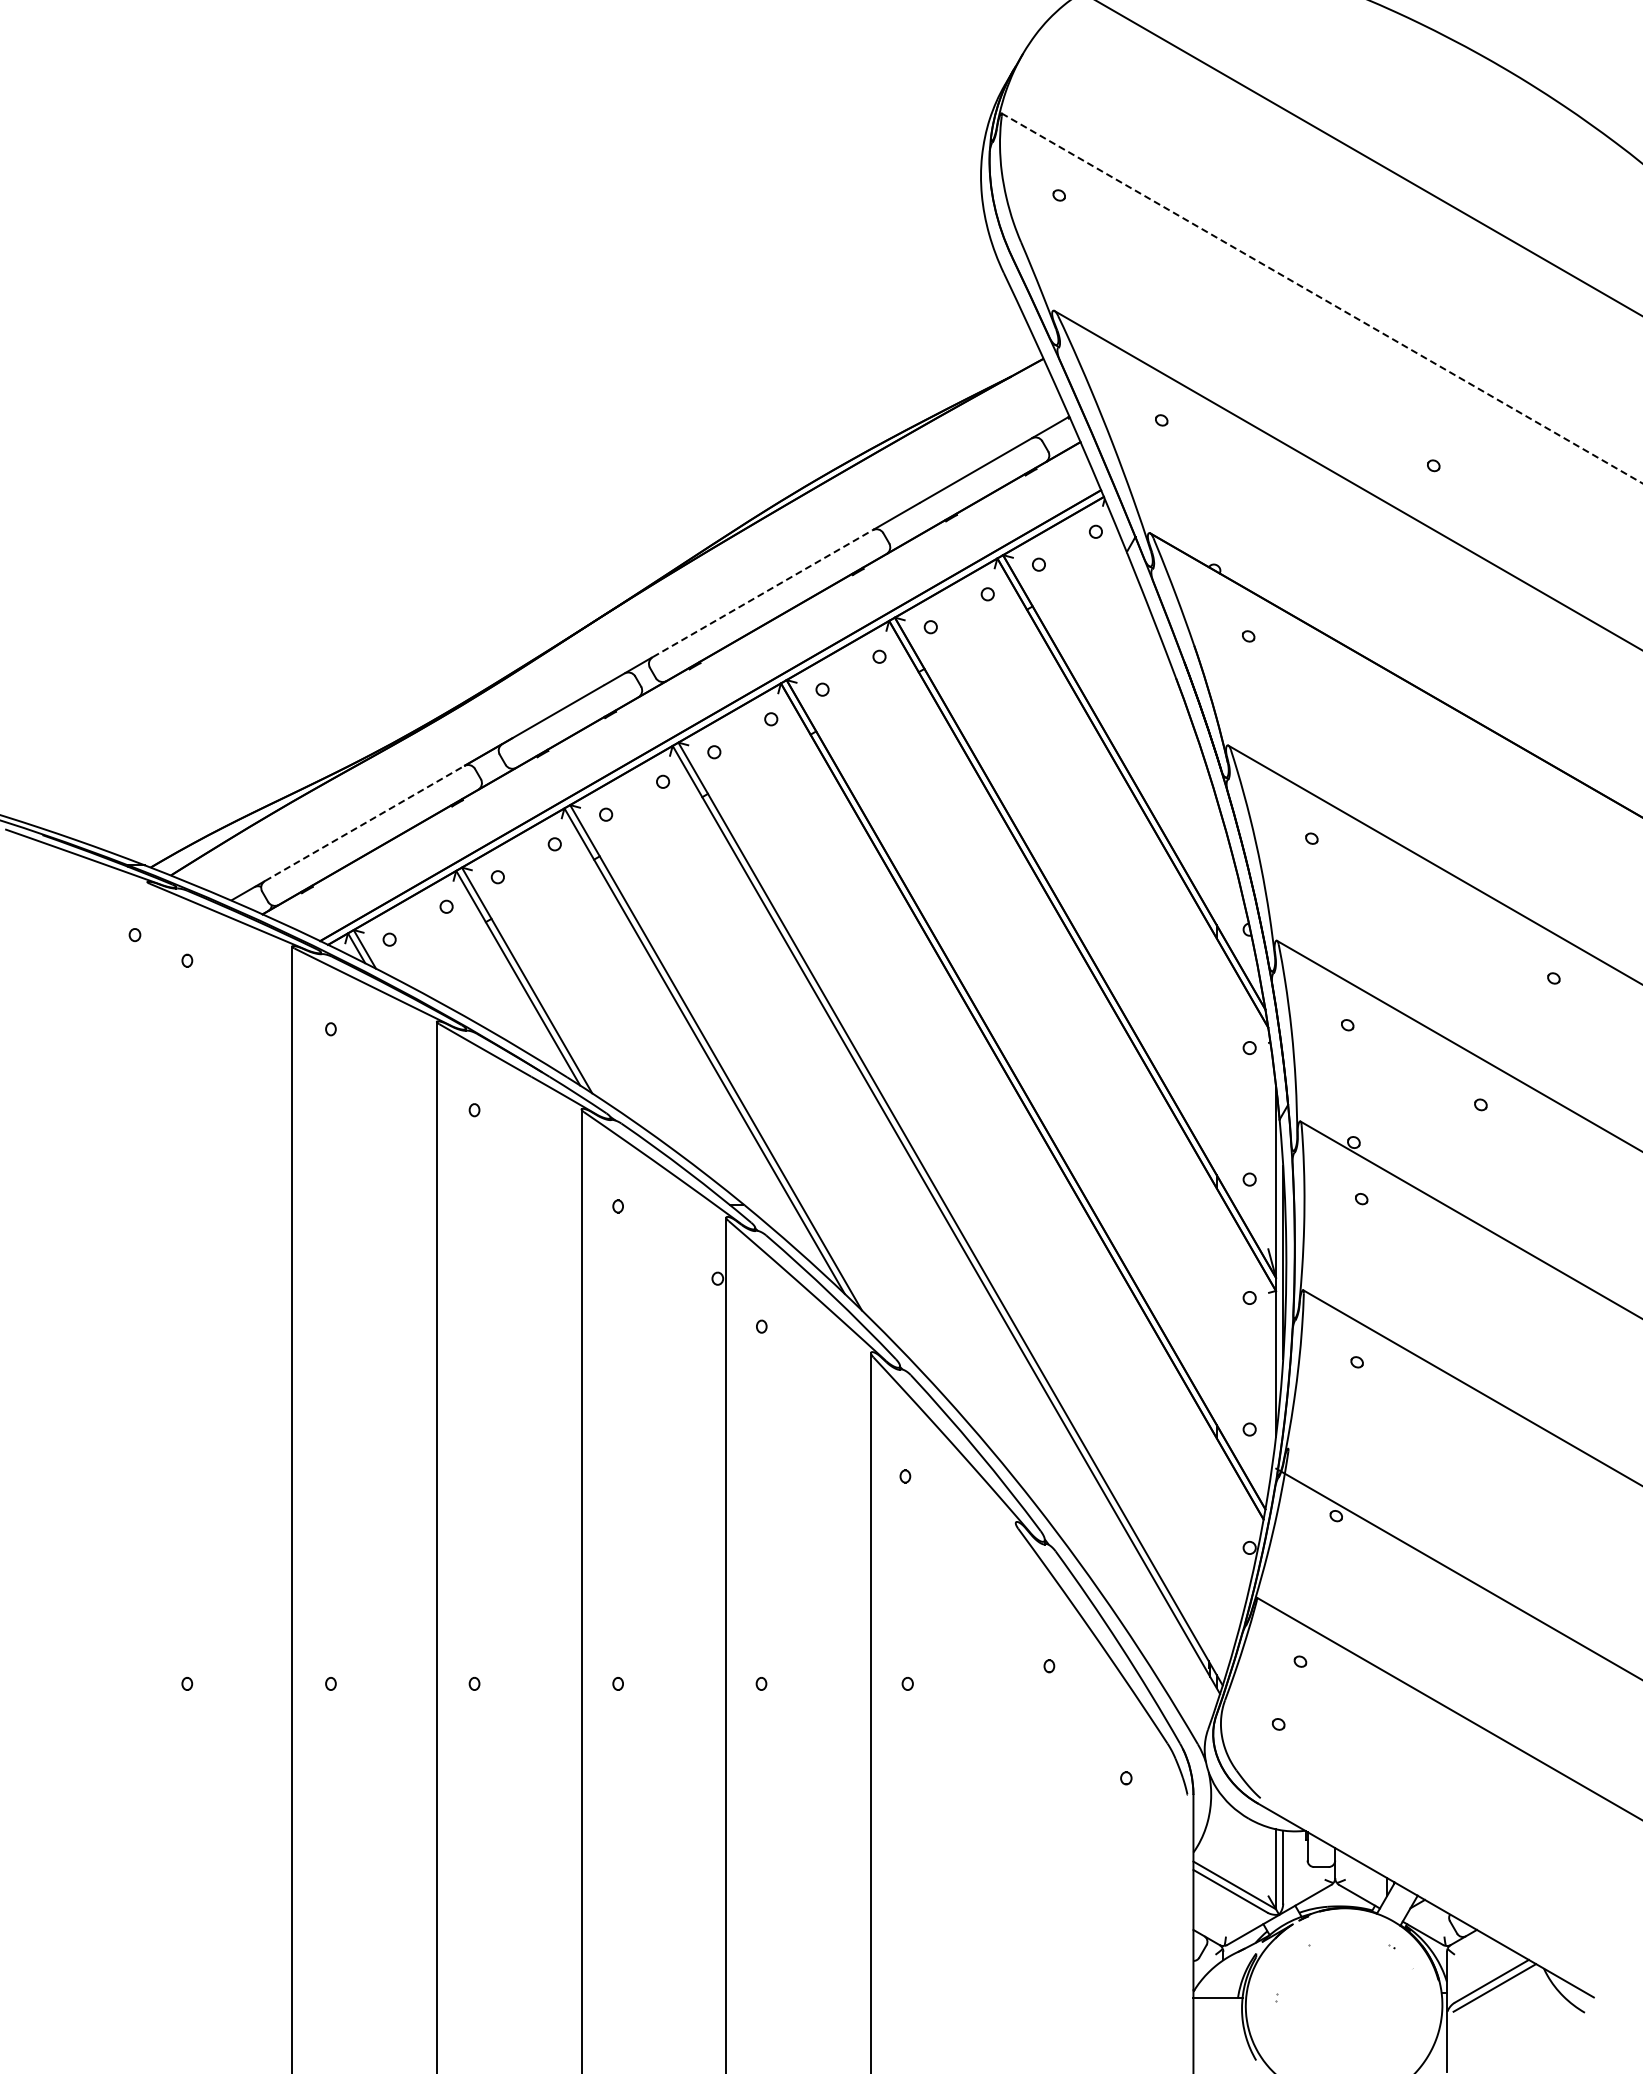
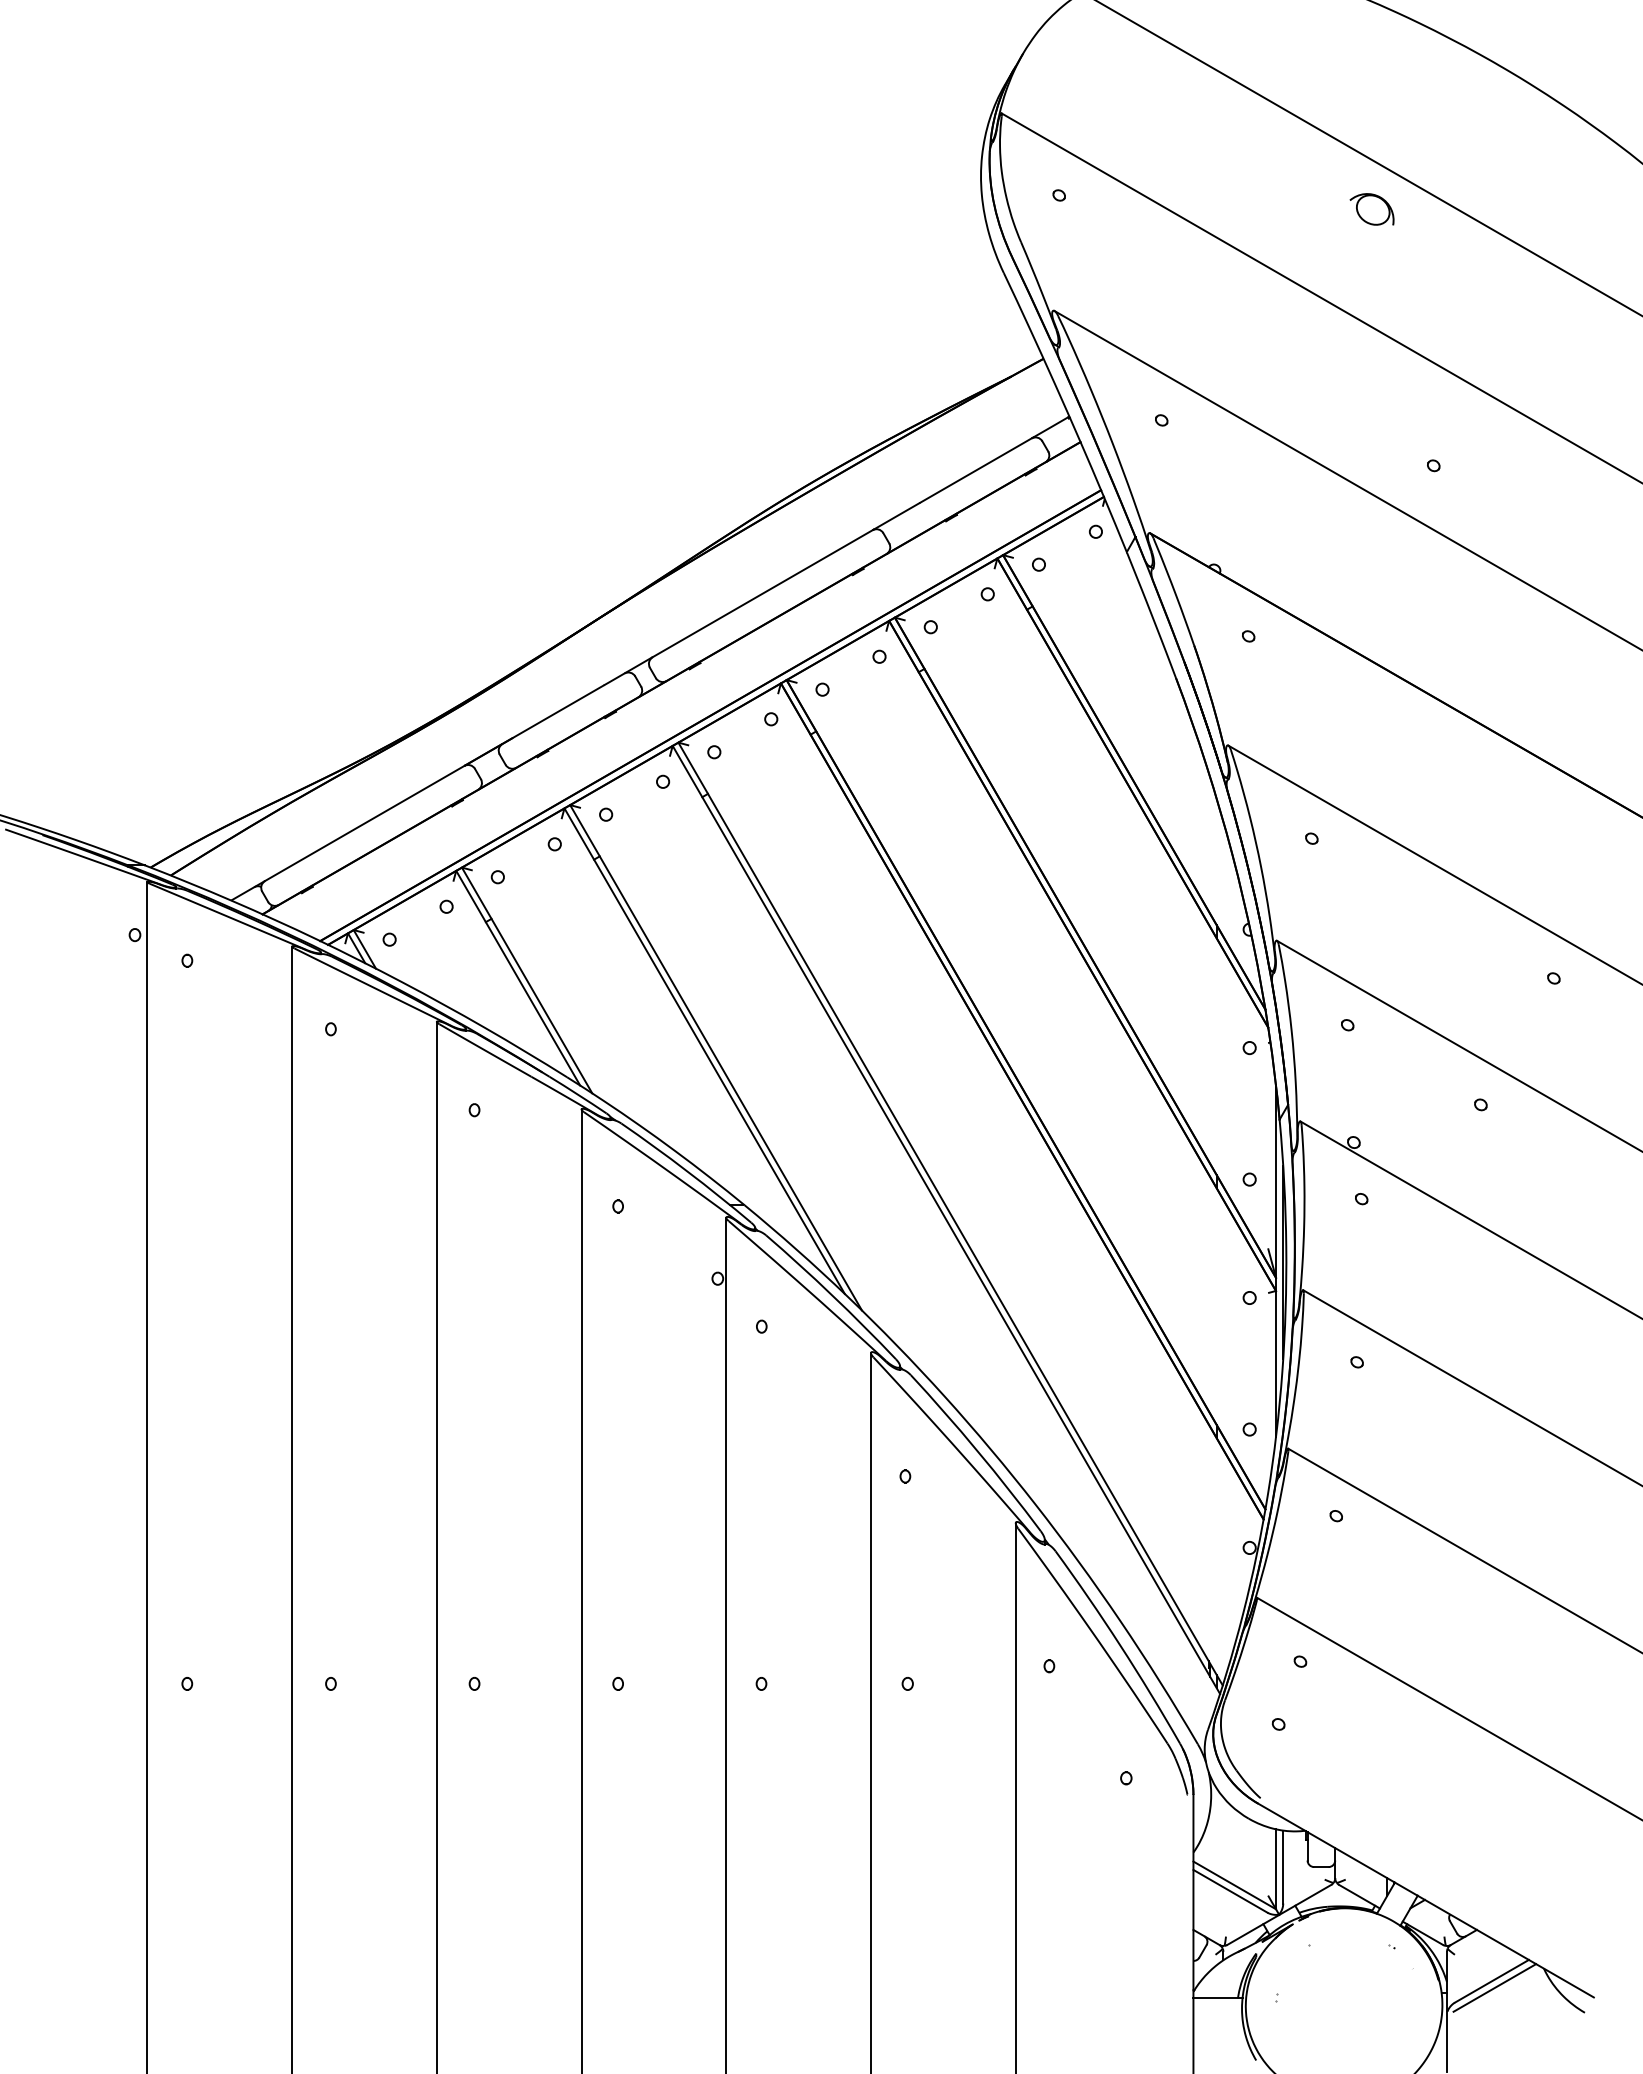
part at (1371, 209): none -> present
line at (1321, 298): dashed -> solid
line at (762, 593): dashed -> solid
line at (364, 823): dashed -> solid
line at (147, 1476): none -> present
line at (1457, 1573) position: (1457, 1573) -> (1463, 1549)
line at (1015, 1796): none -> present
